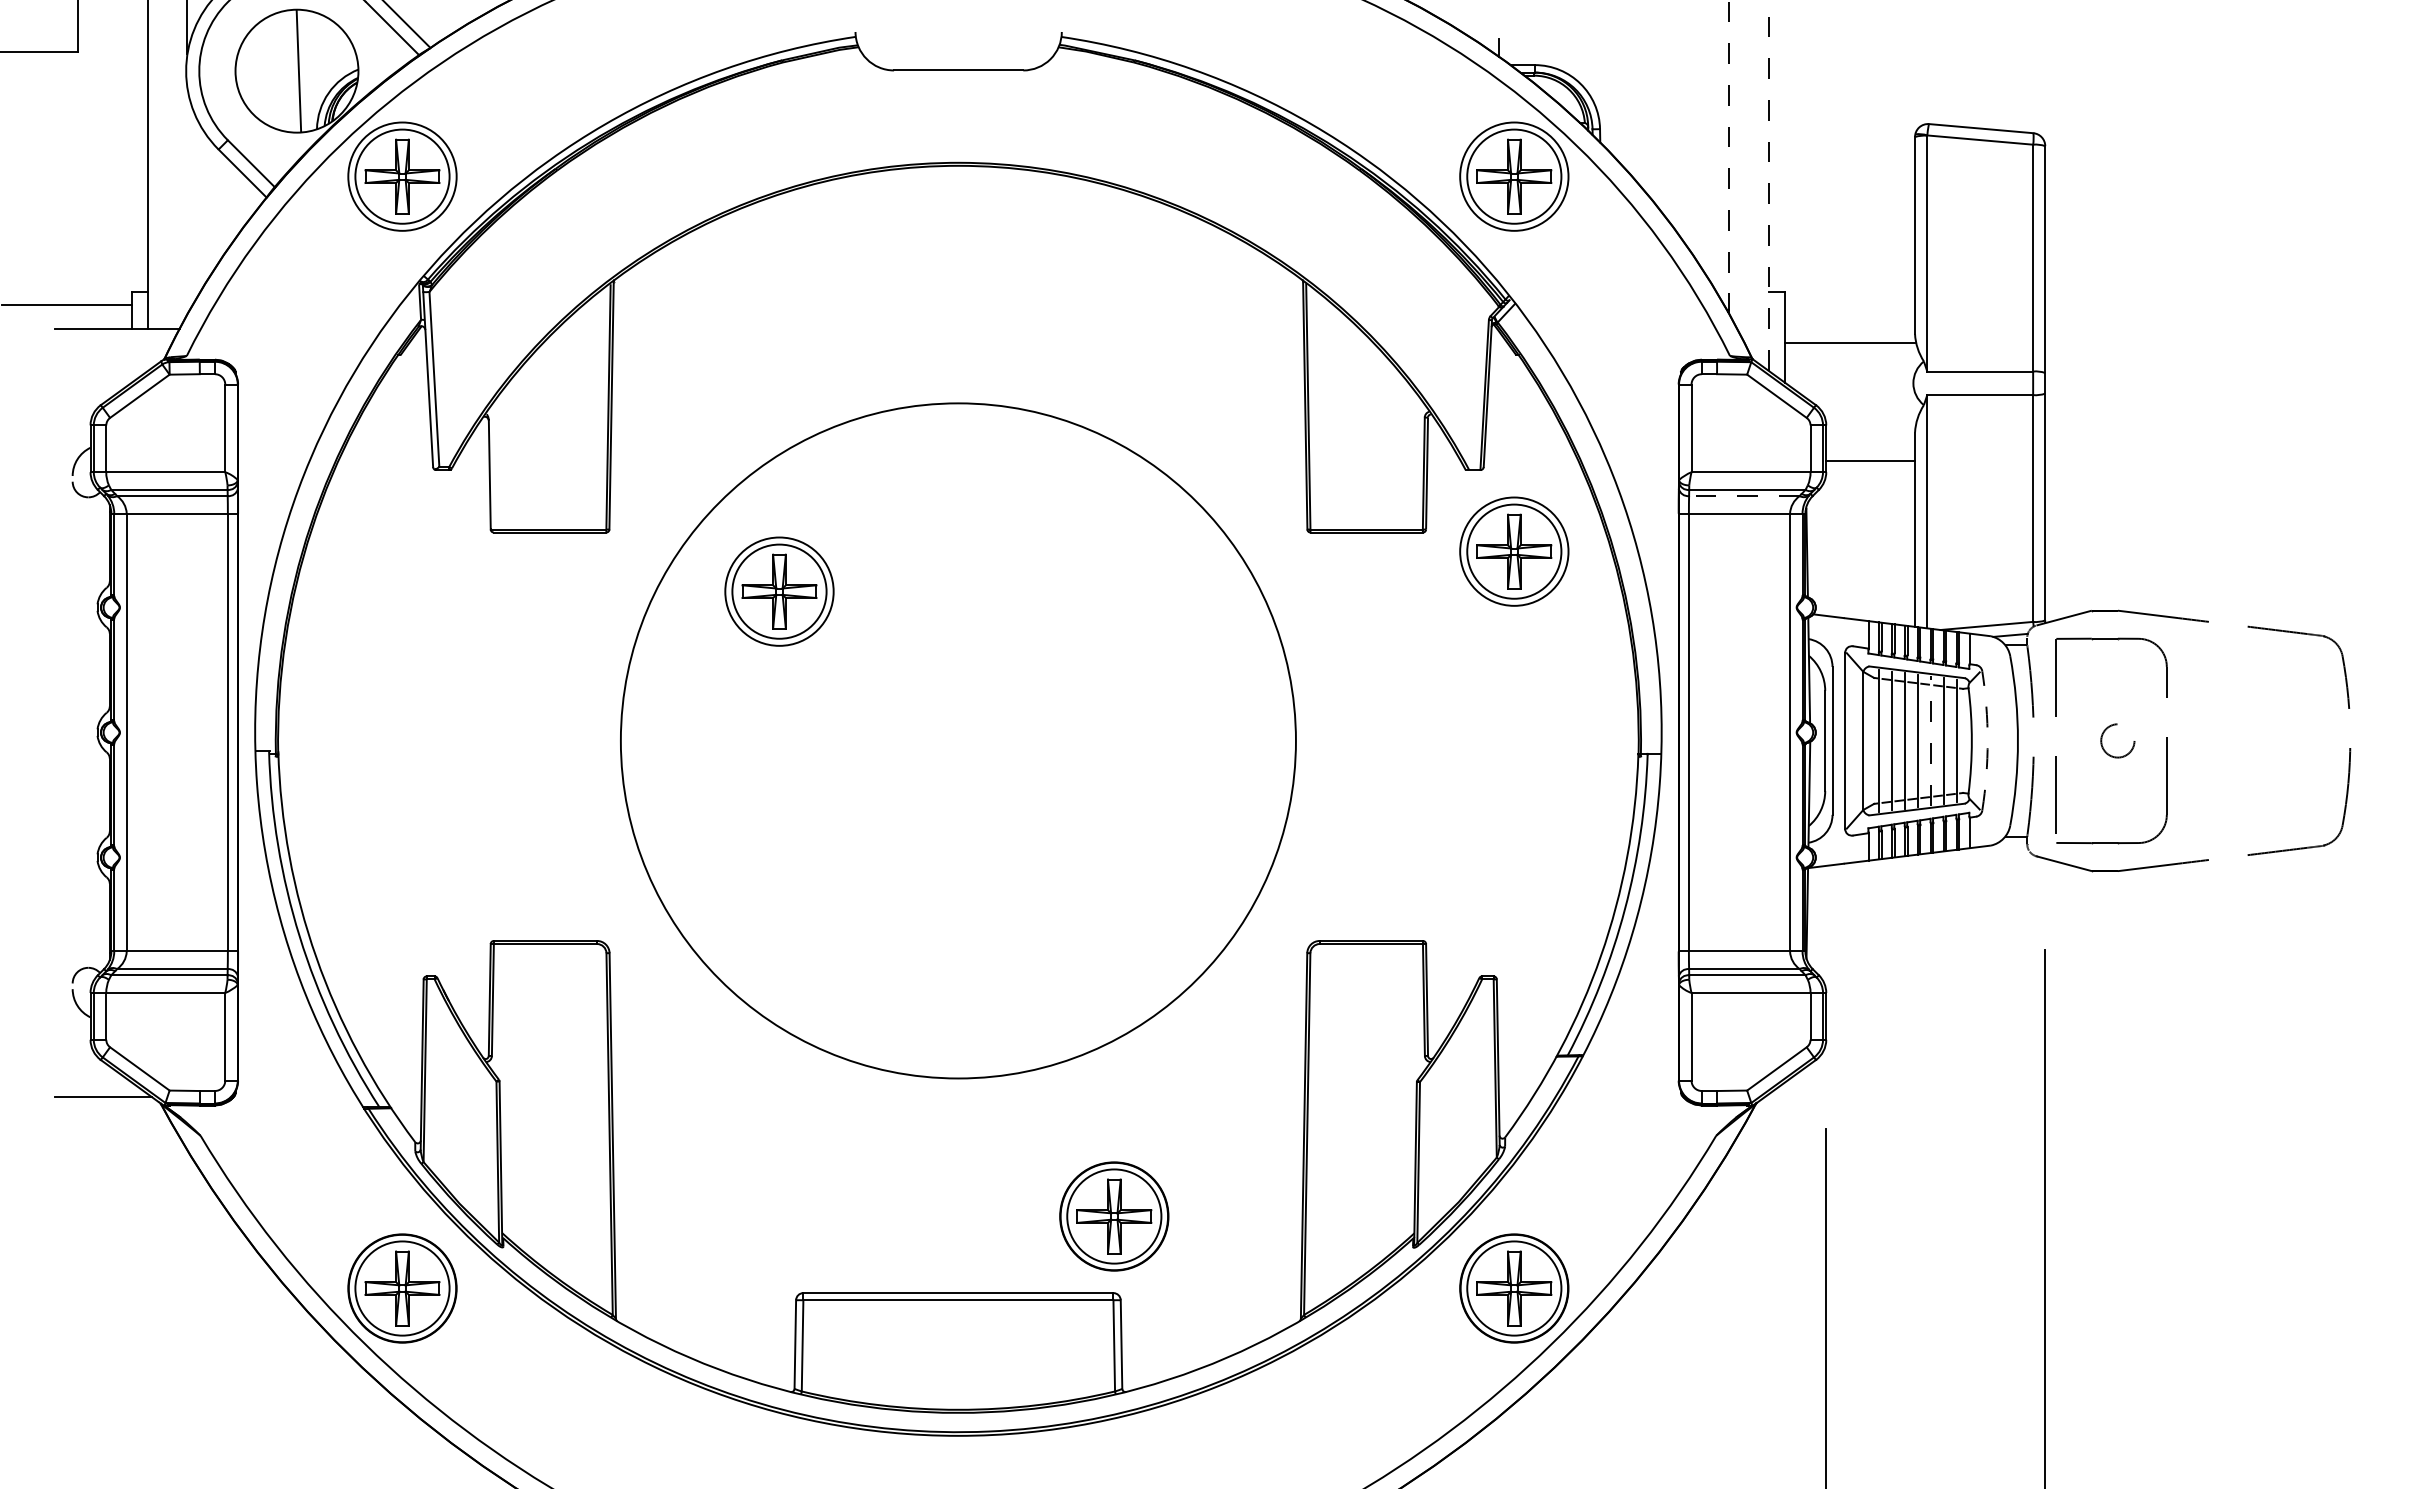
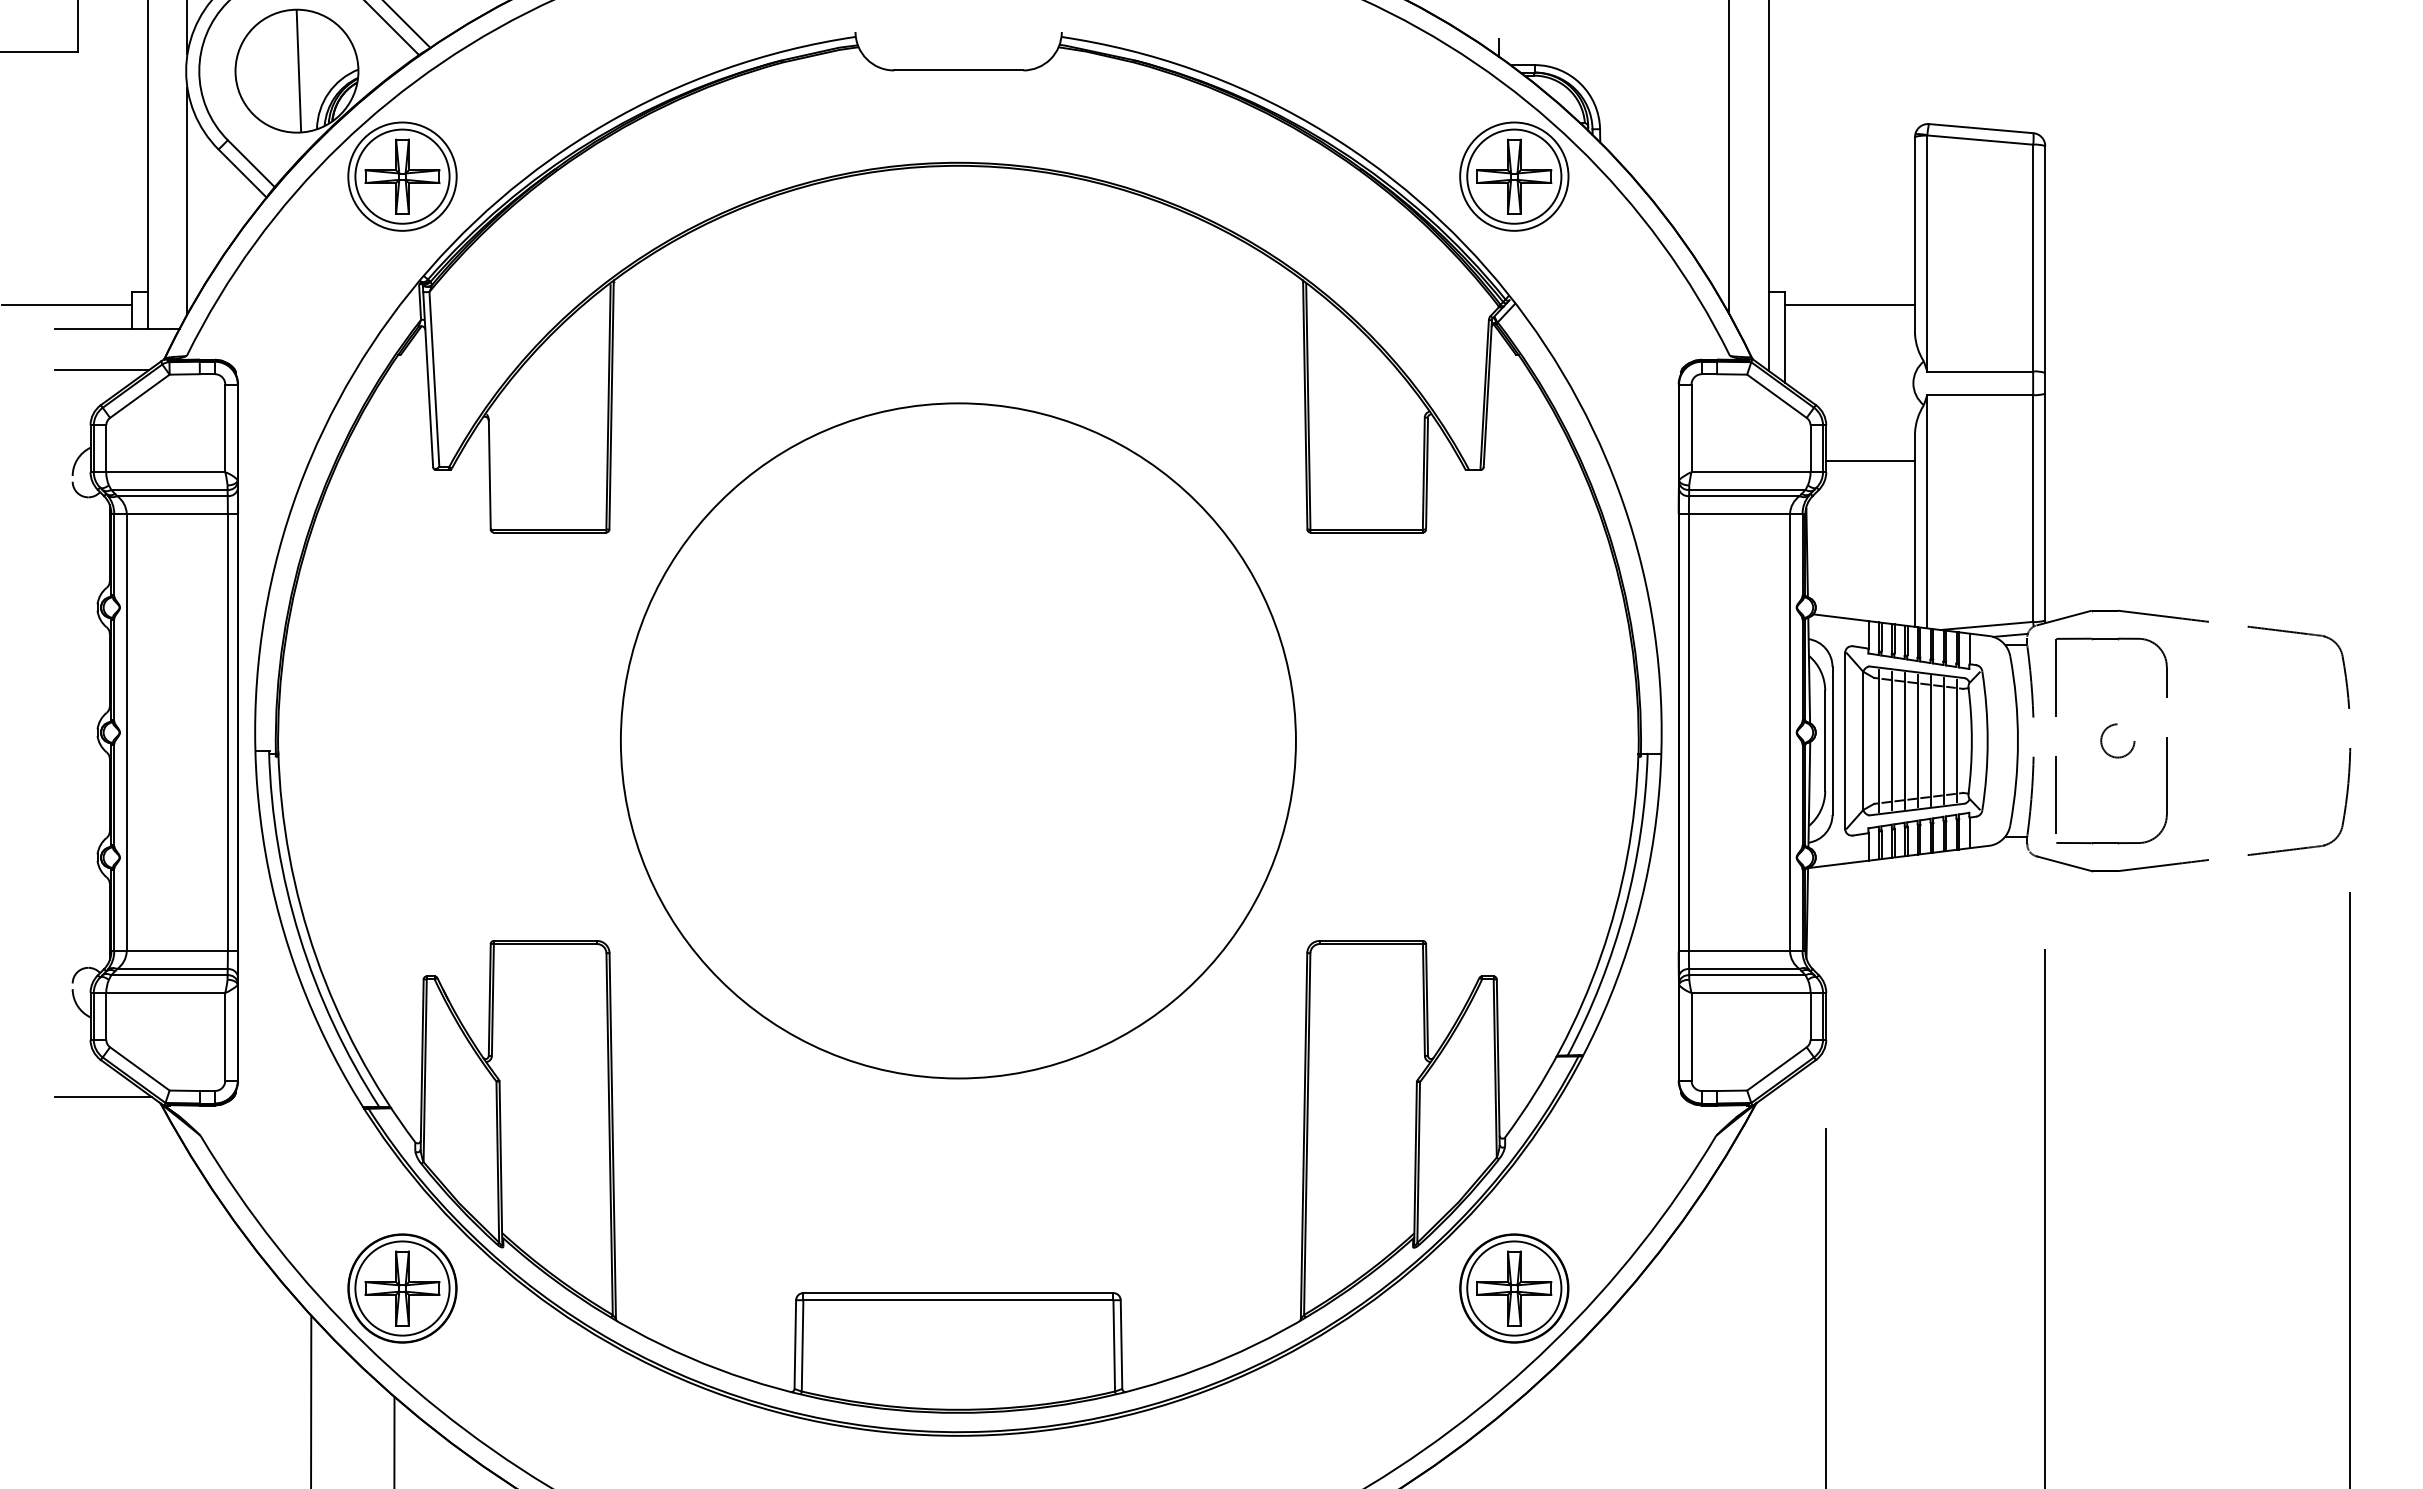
line at (1729, 157): dashed -> solid
line at (1768, 185): dashed -> solid
line at (187, 201): none -> present
line at (1849, 343) position: (1849, 343) -> (1849, 305)
line at (102, 370): none -> present
line at (1743, 496): dashed -> solid
part at (1514, 551): present -> none
part at (779, 591): present -> none
line at (1930, 740): dashed -> solid
arc at (1987, 740): dashed -> solid
line at (2350, 1188): none -> present
part at (1114, 1216): present -> none
line at (311, 1400): none -> present
line at (394, 1440): none -> present
